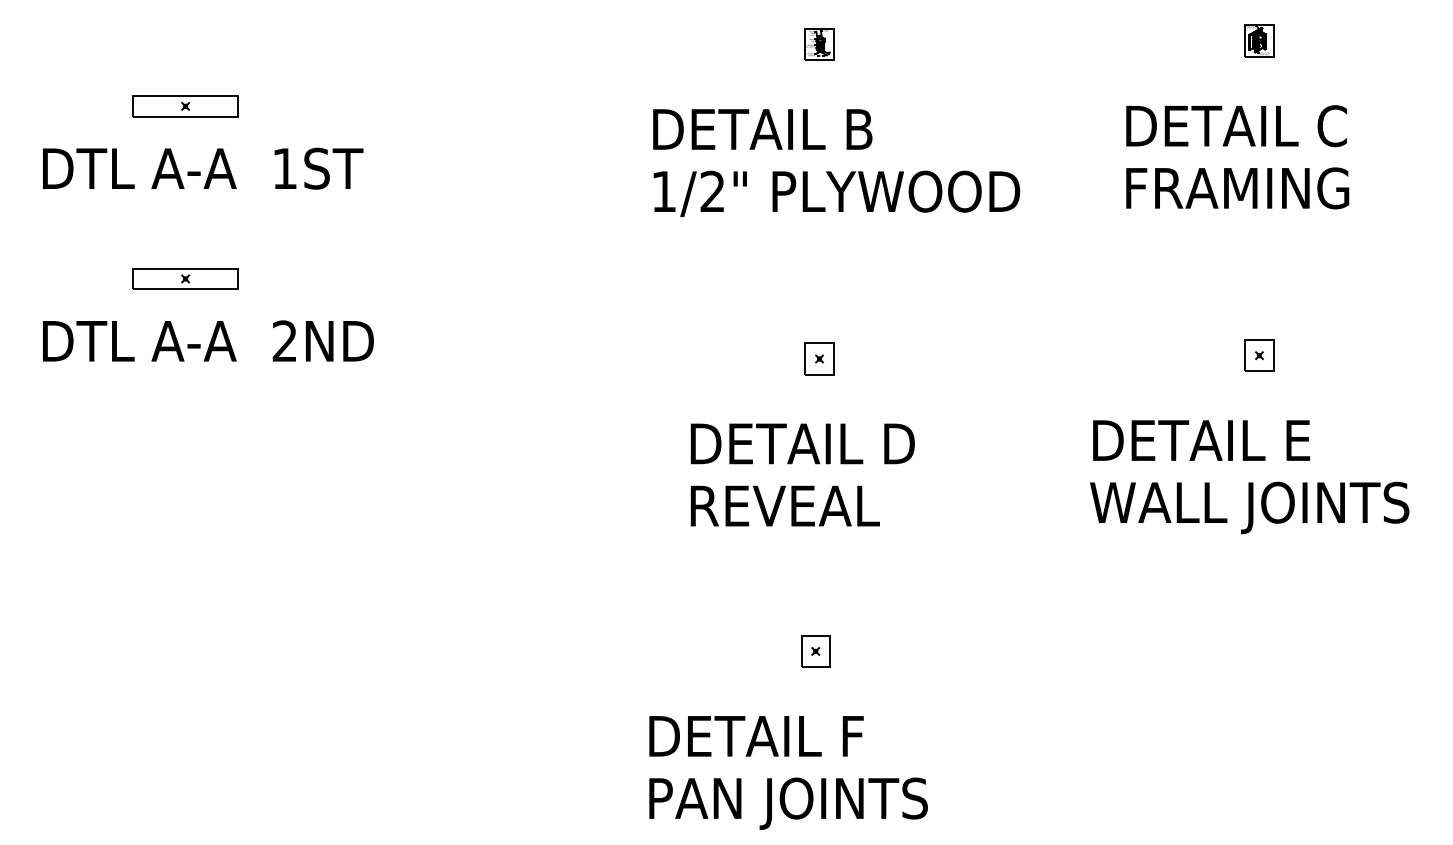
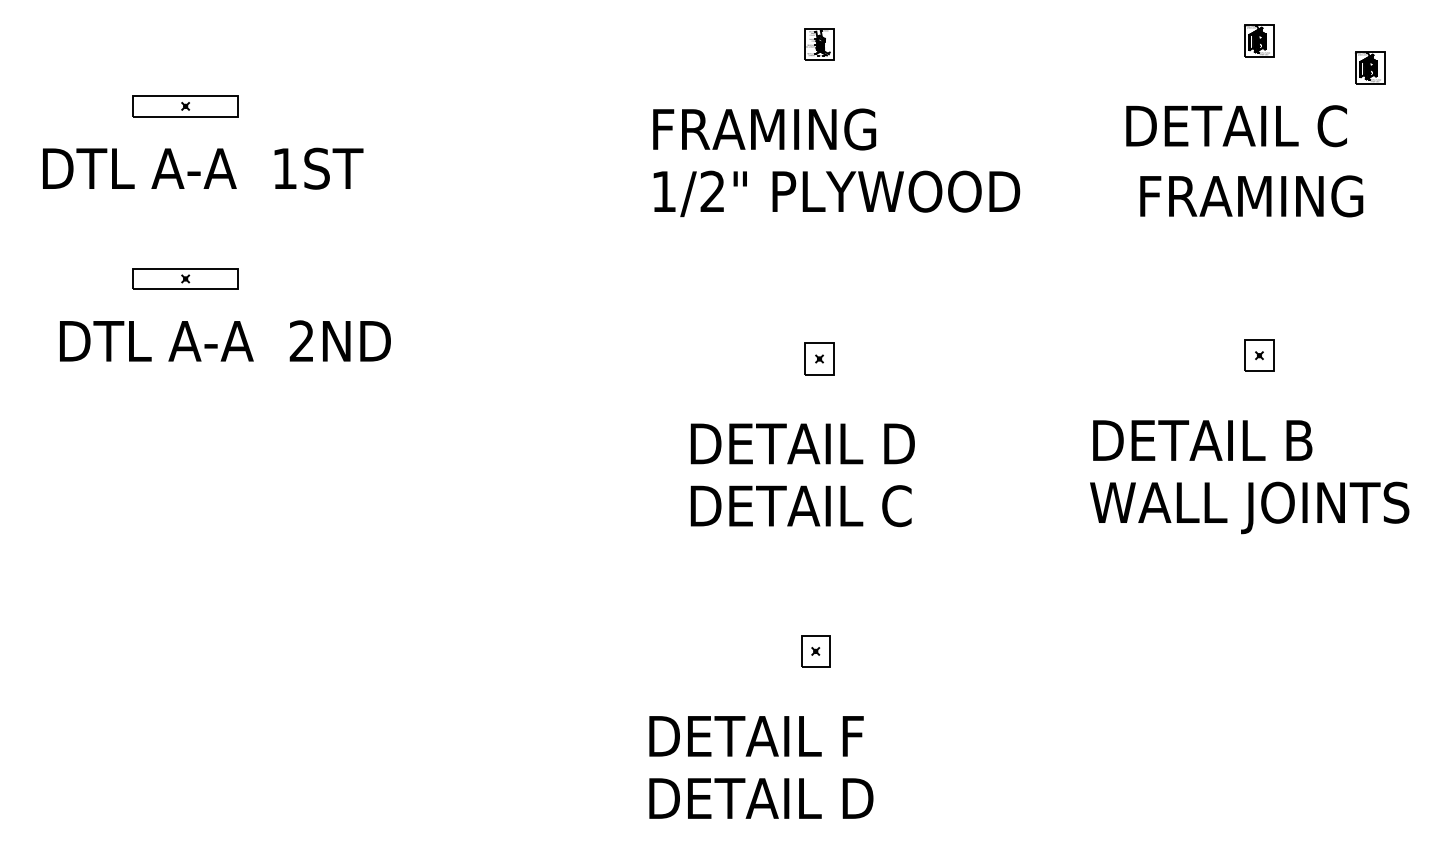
part at (1370, 67): none -> present
text at (767, 129): DETAIL B -> FRAMING
text at (1237, 188) position: (1237, 188) -> (1251, 196)
text at (208, 340) position: (208, 340) -> (225, 340)
text at (1302, 440): DETAIL E -> DETAIL B
text at (803, 506): REVEAL -> DETAIL C
text at (790, 803): PAN JOINTS -> DETAIL D
